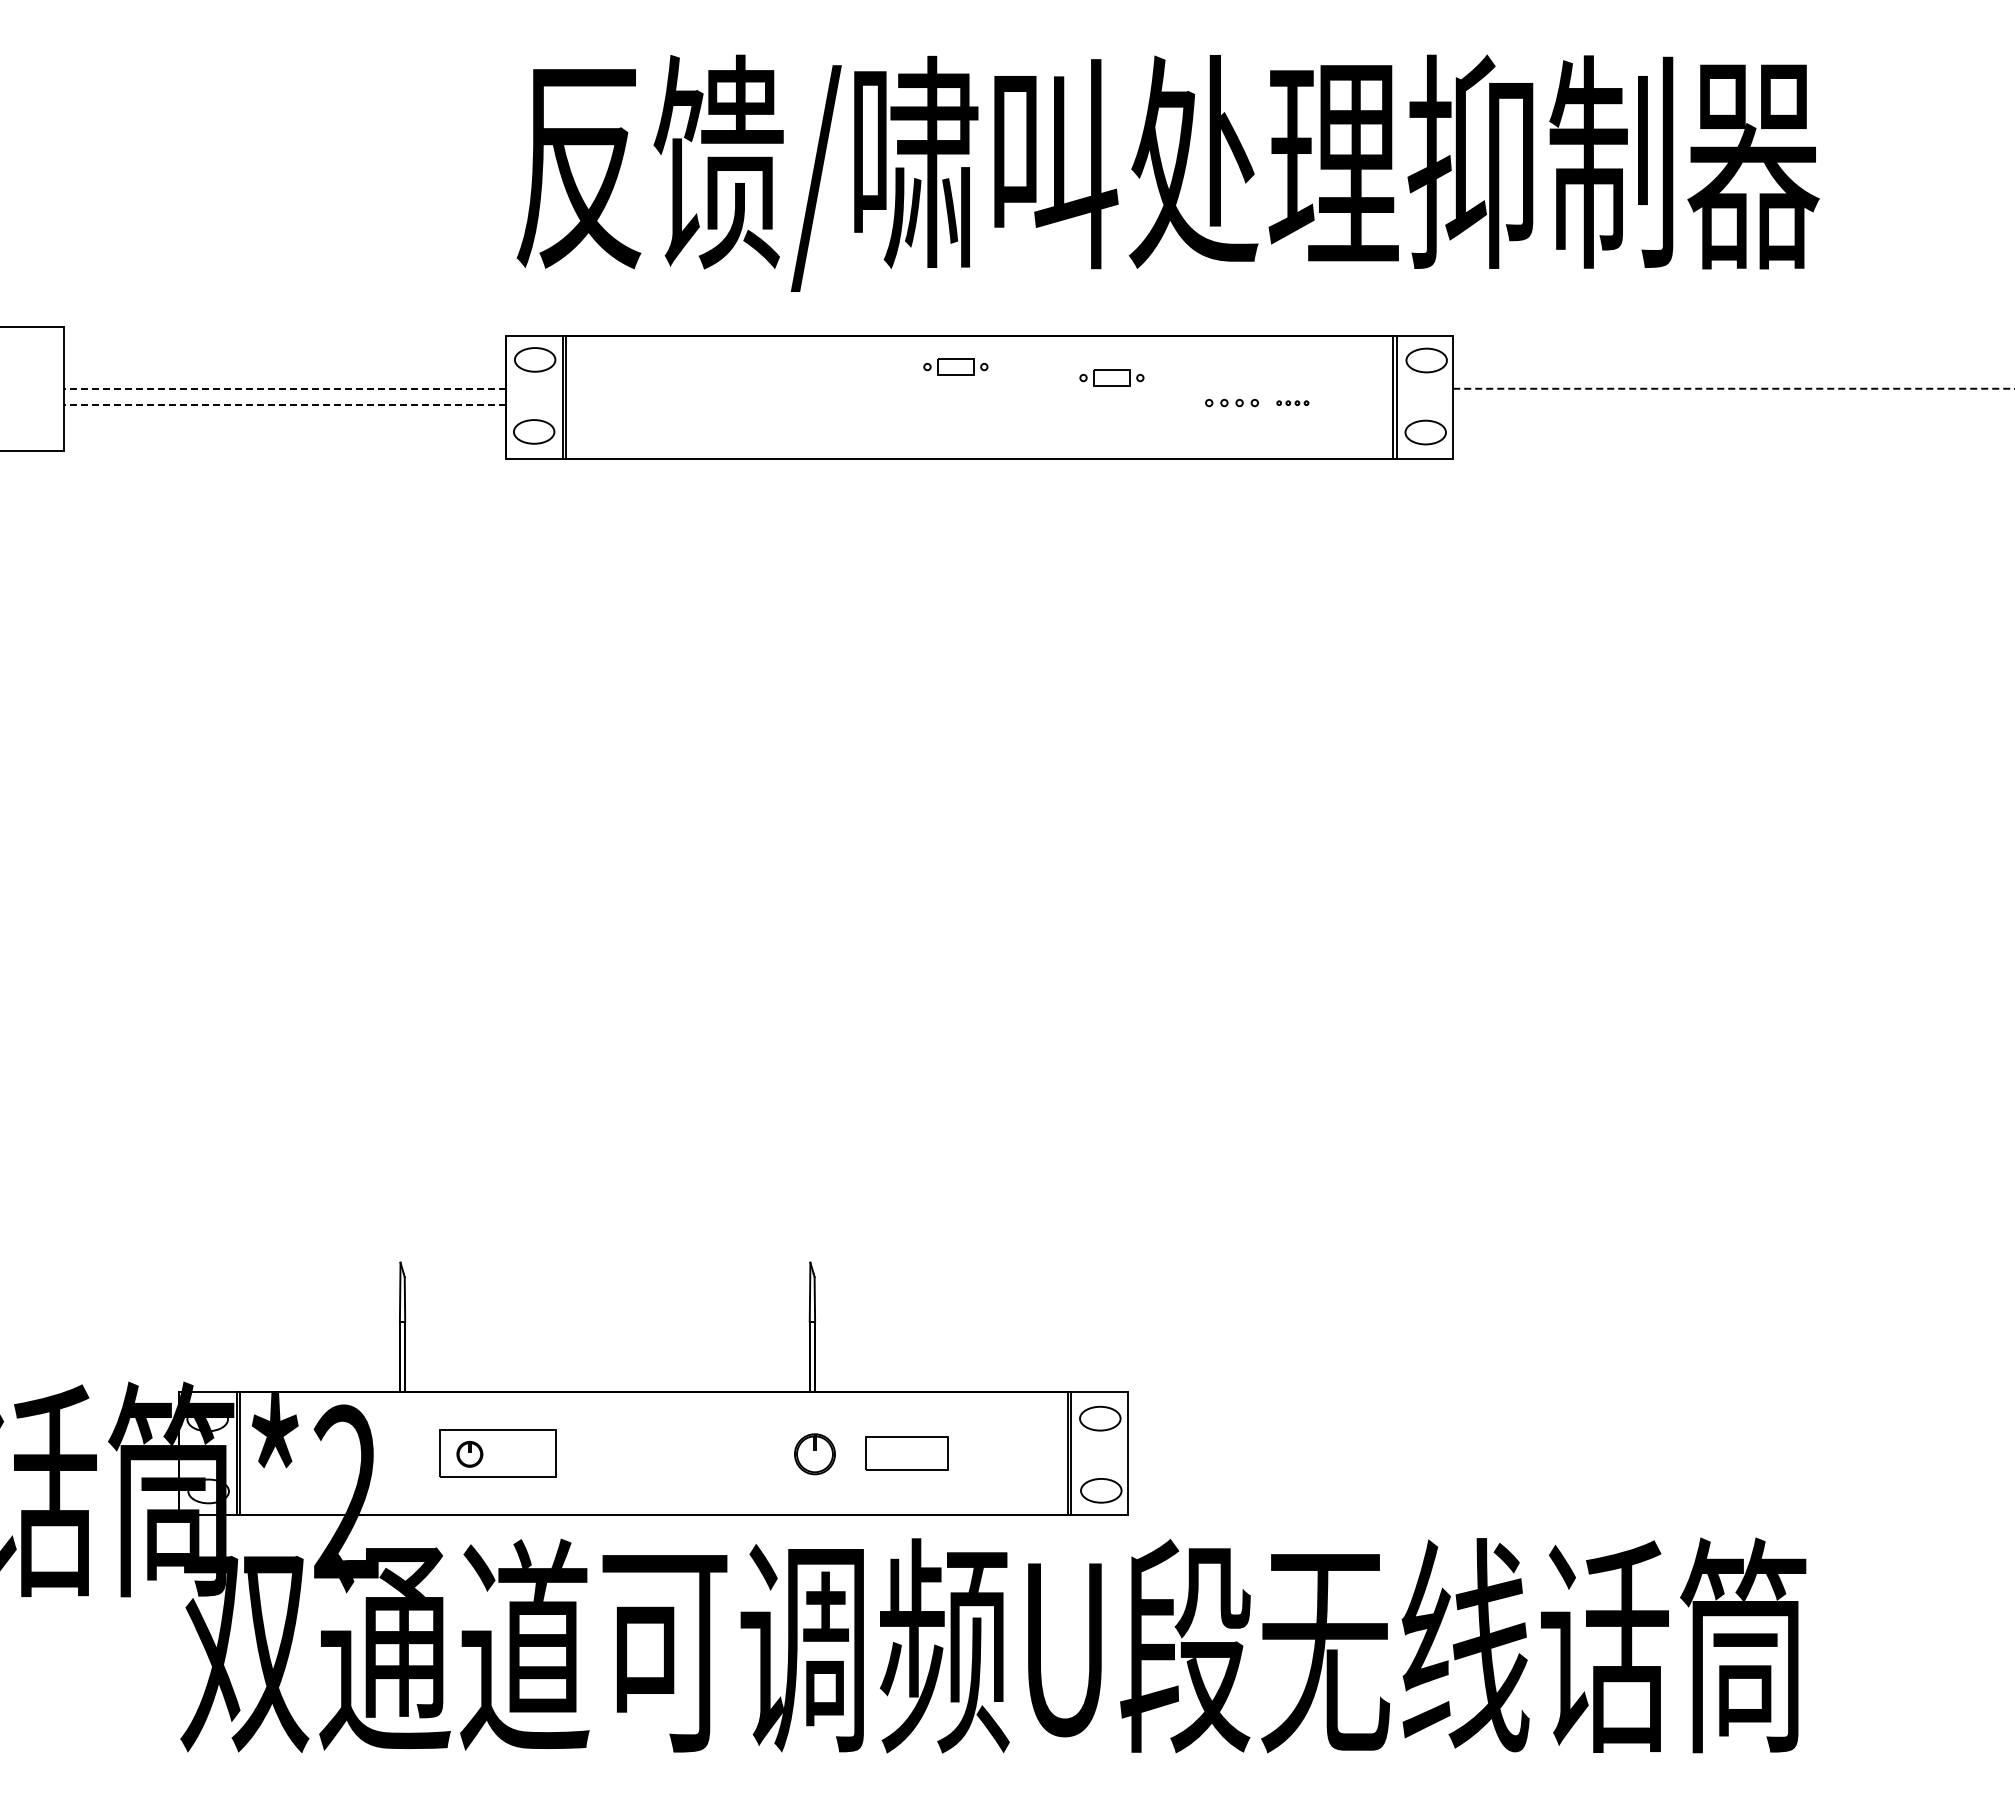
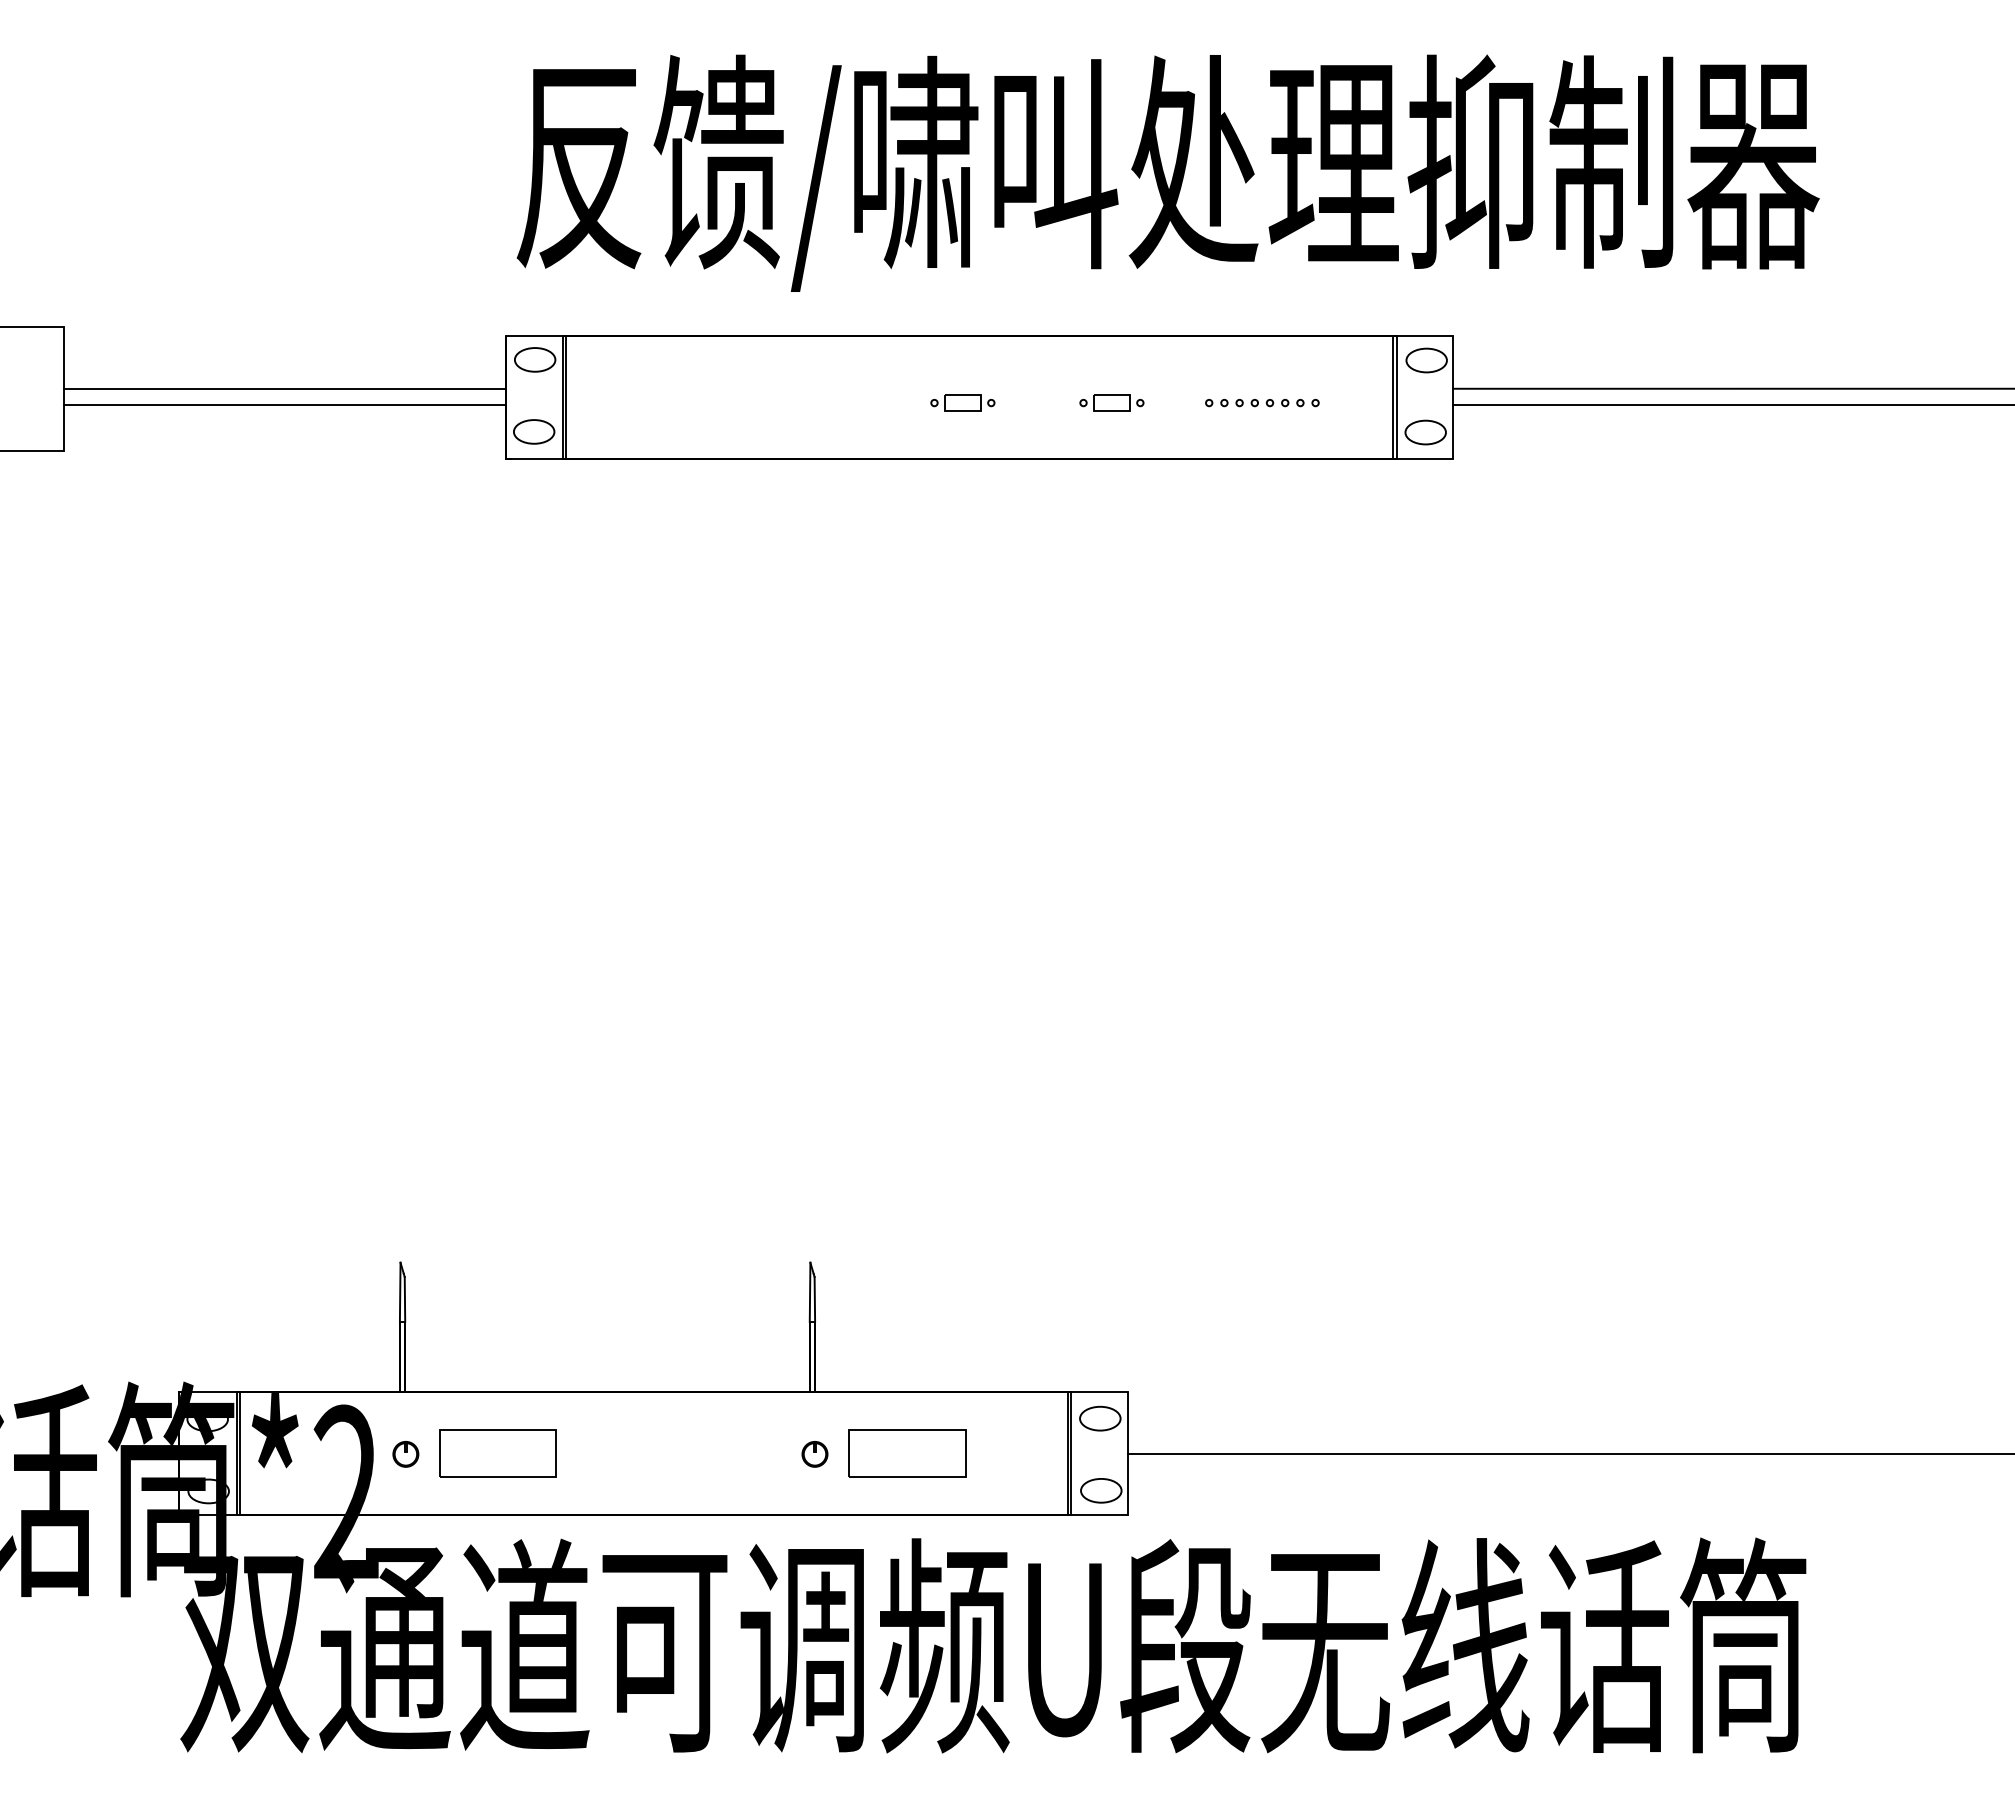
part at (955, 366) position: (955, 366) -> (962, 402)
part at (1111, 377) position: (1111, 377) -> (1111, 402)
line at (284, 388): dashed -> solid
line at (1734, 388): dashed -> solid
part at (1292, 402) size: 34x6 px -> 54x9 px
line at (284, 405): dashed -> solid
line at (1732, 405): none -> present
part at (906, 1453) size: 84x35 px -> 119x49 px
line at (1569, 1453): none -> present
part at (469, 1454) position: (469, 1454) -> (405, 1454)
part at (814, 1454) size: 42x43 px -> 28x27 px
